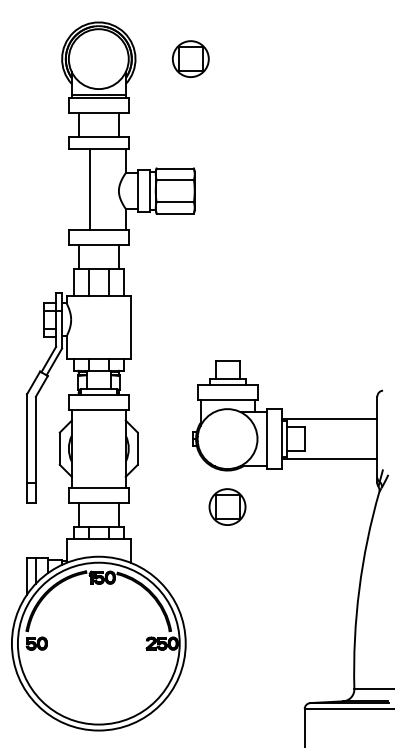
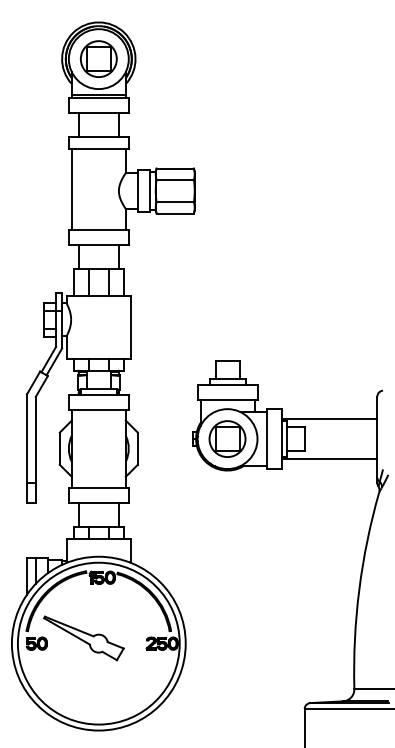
part at (190, 58) position: (190, 58) -> (98, 58)
line at (89, 189) position: (89, 189) -> (71, 189)
part at (227, 506) position: (227, 506) -> (227, 438)
part at (83, 638): none -> present
